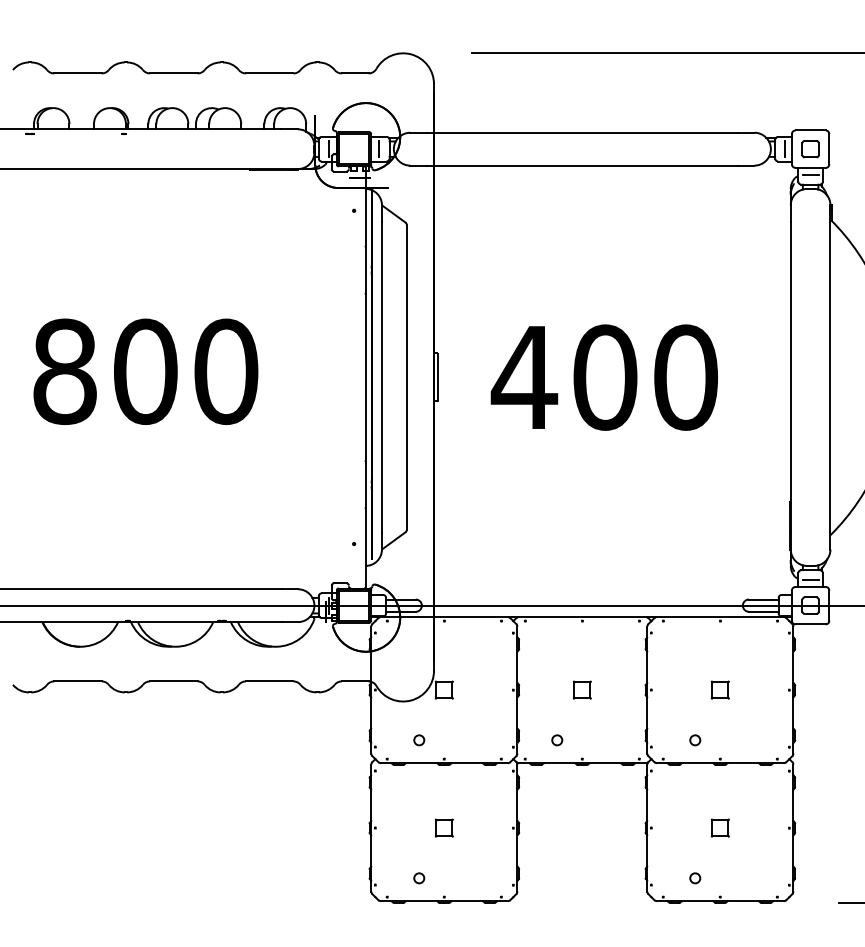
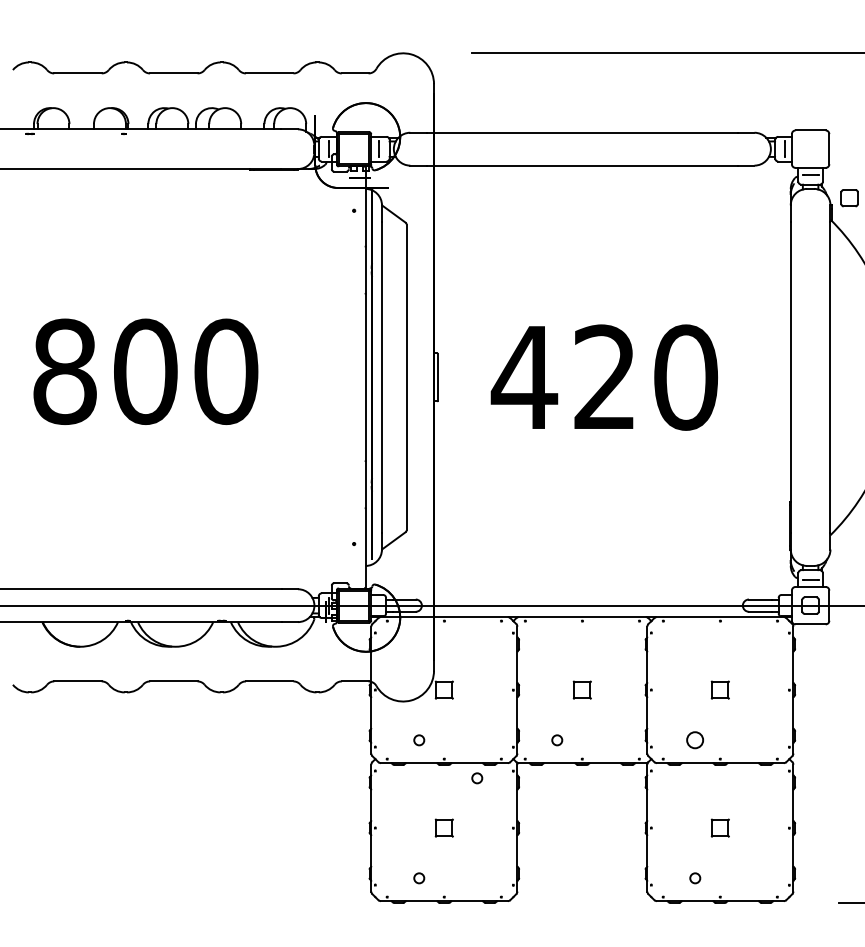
part at (810, 149) position: (810, 149) -> (849, 198)
text at (605, 377): 400 -> 420
circle at (695, 740) size: 13x13 px -> 18x19 px
circle at (477, 778): none -> present
